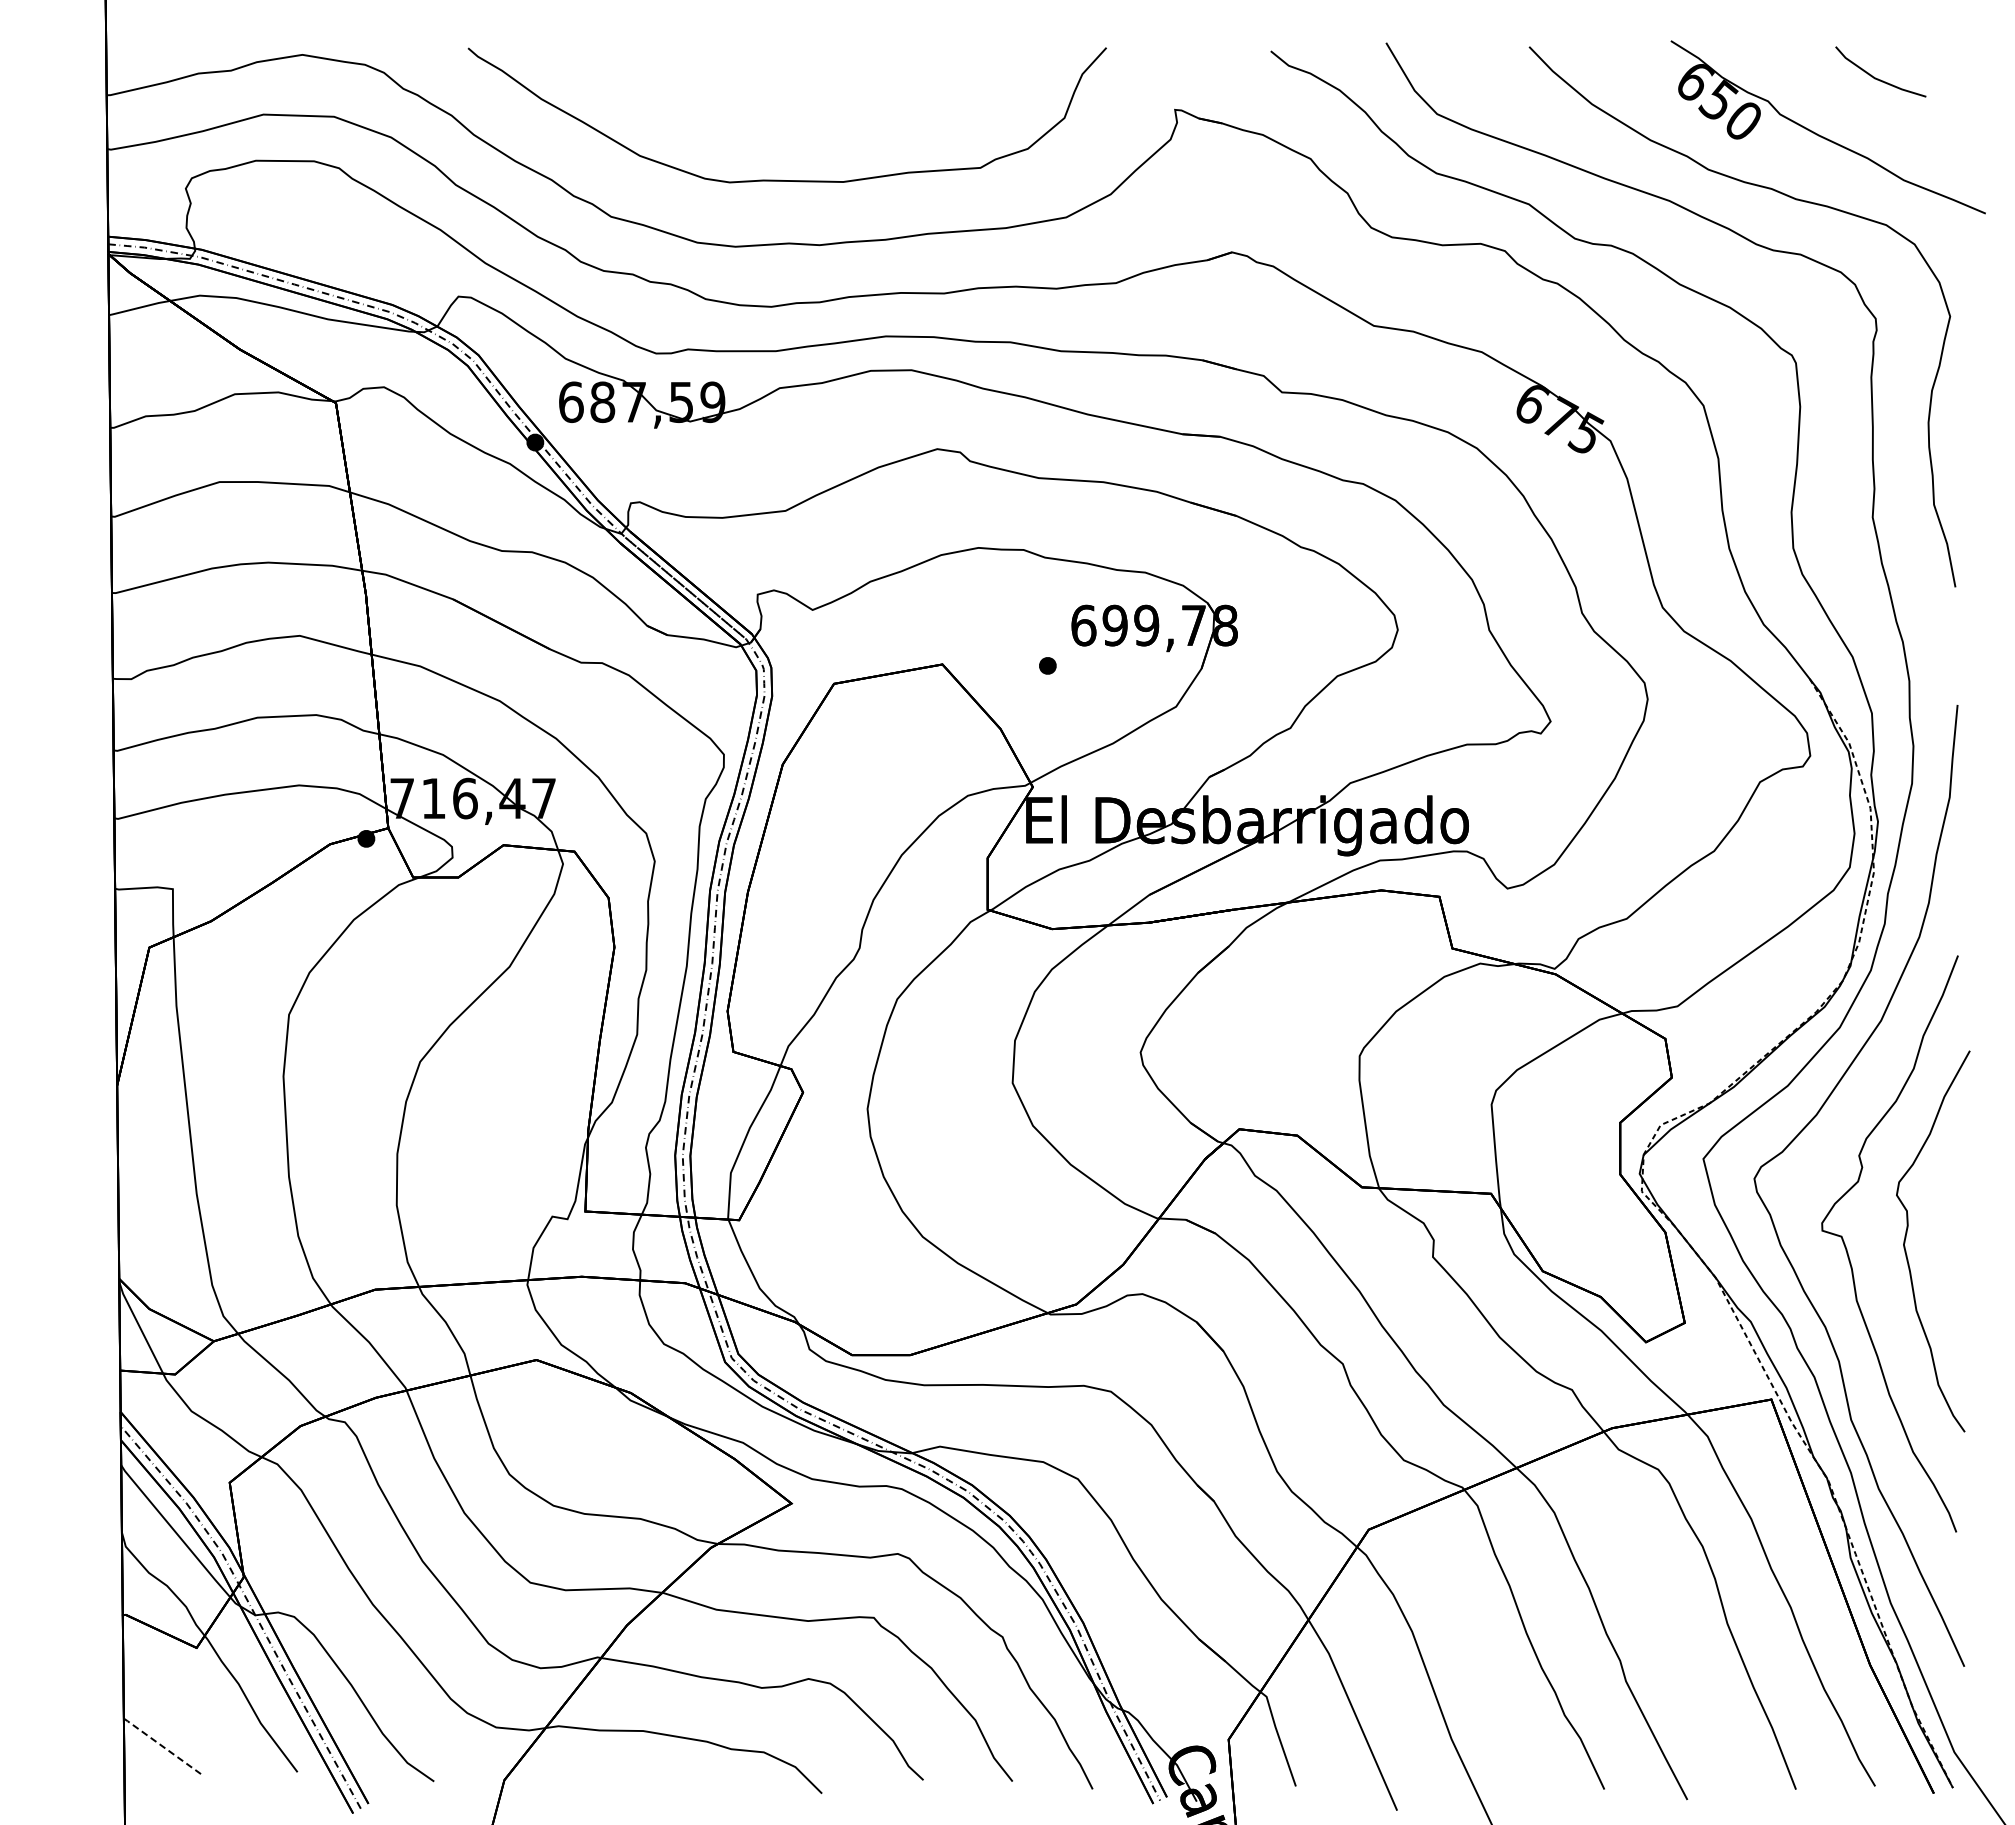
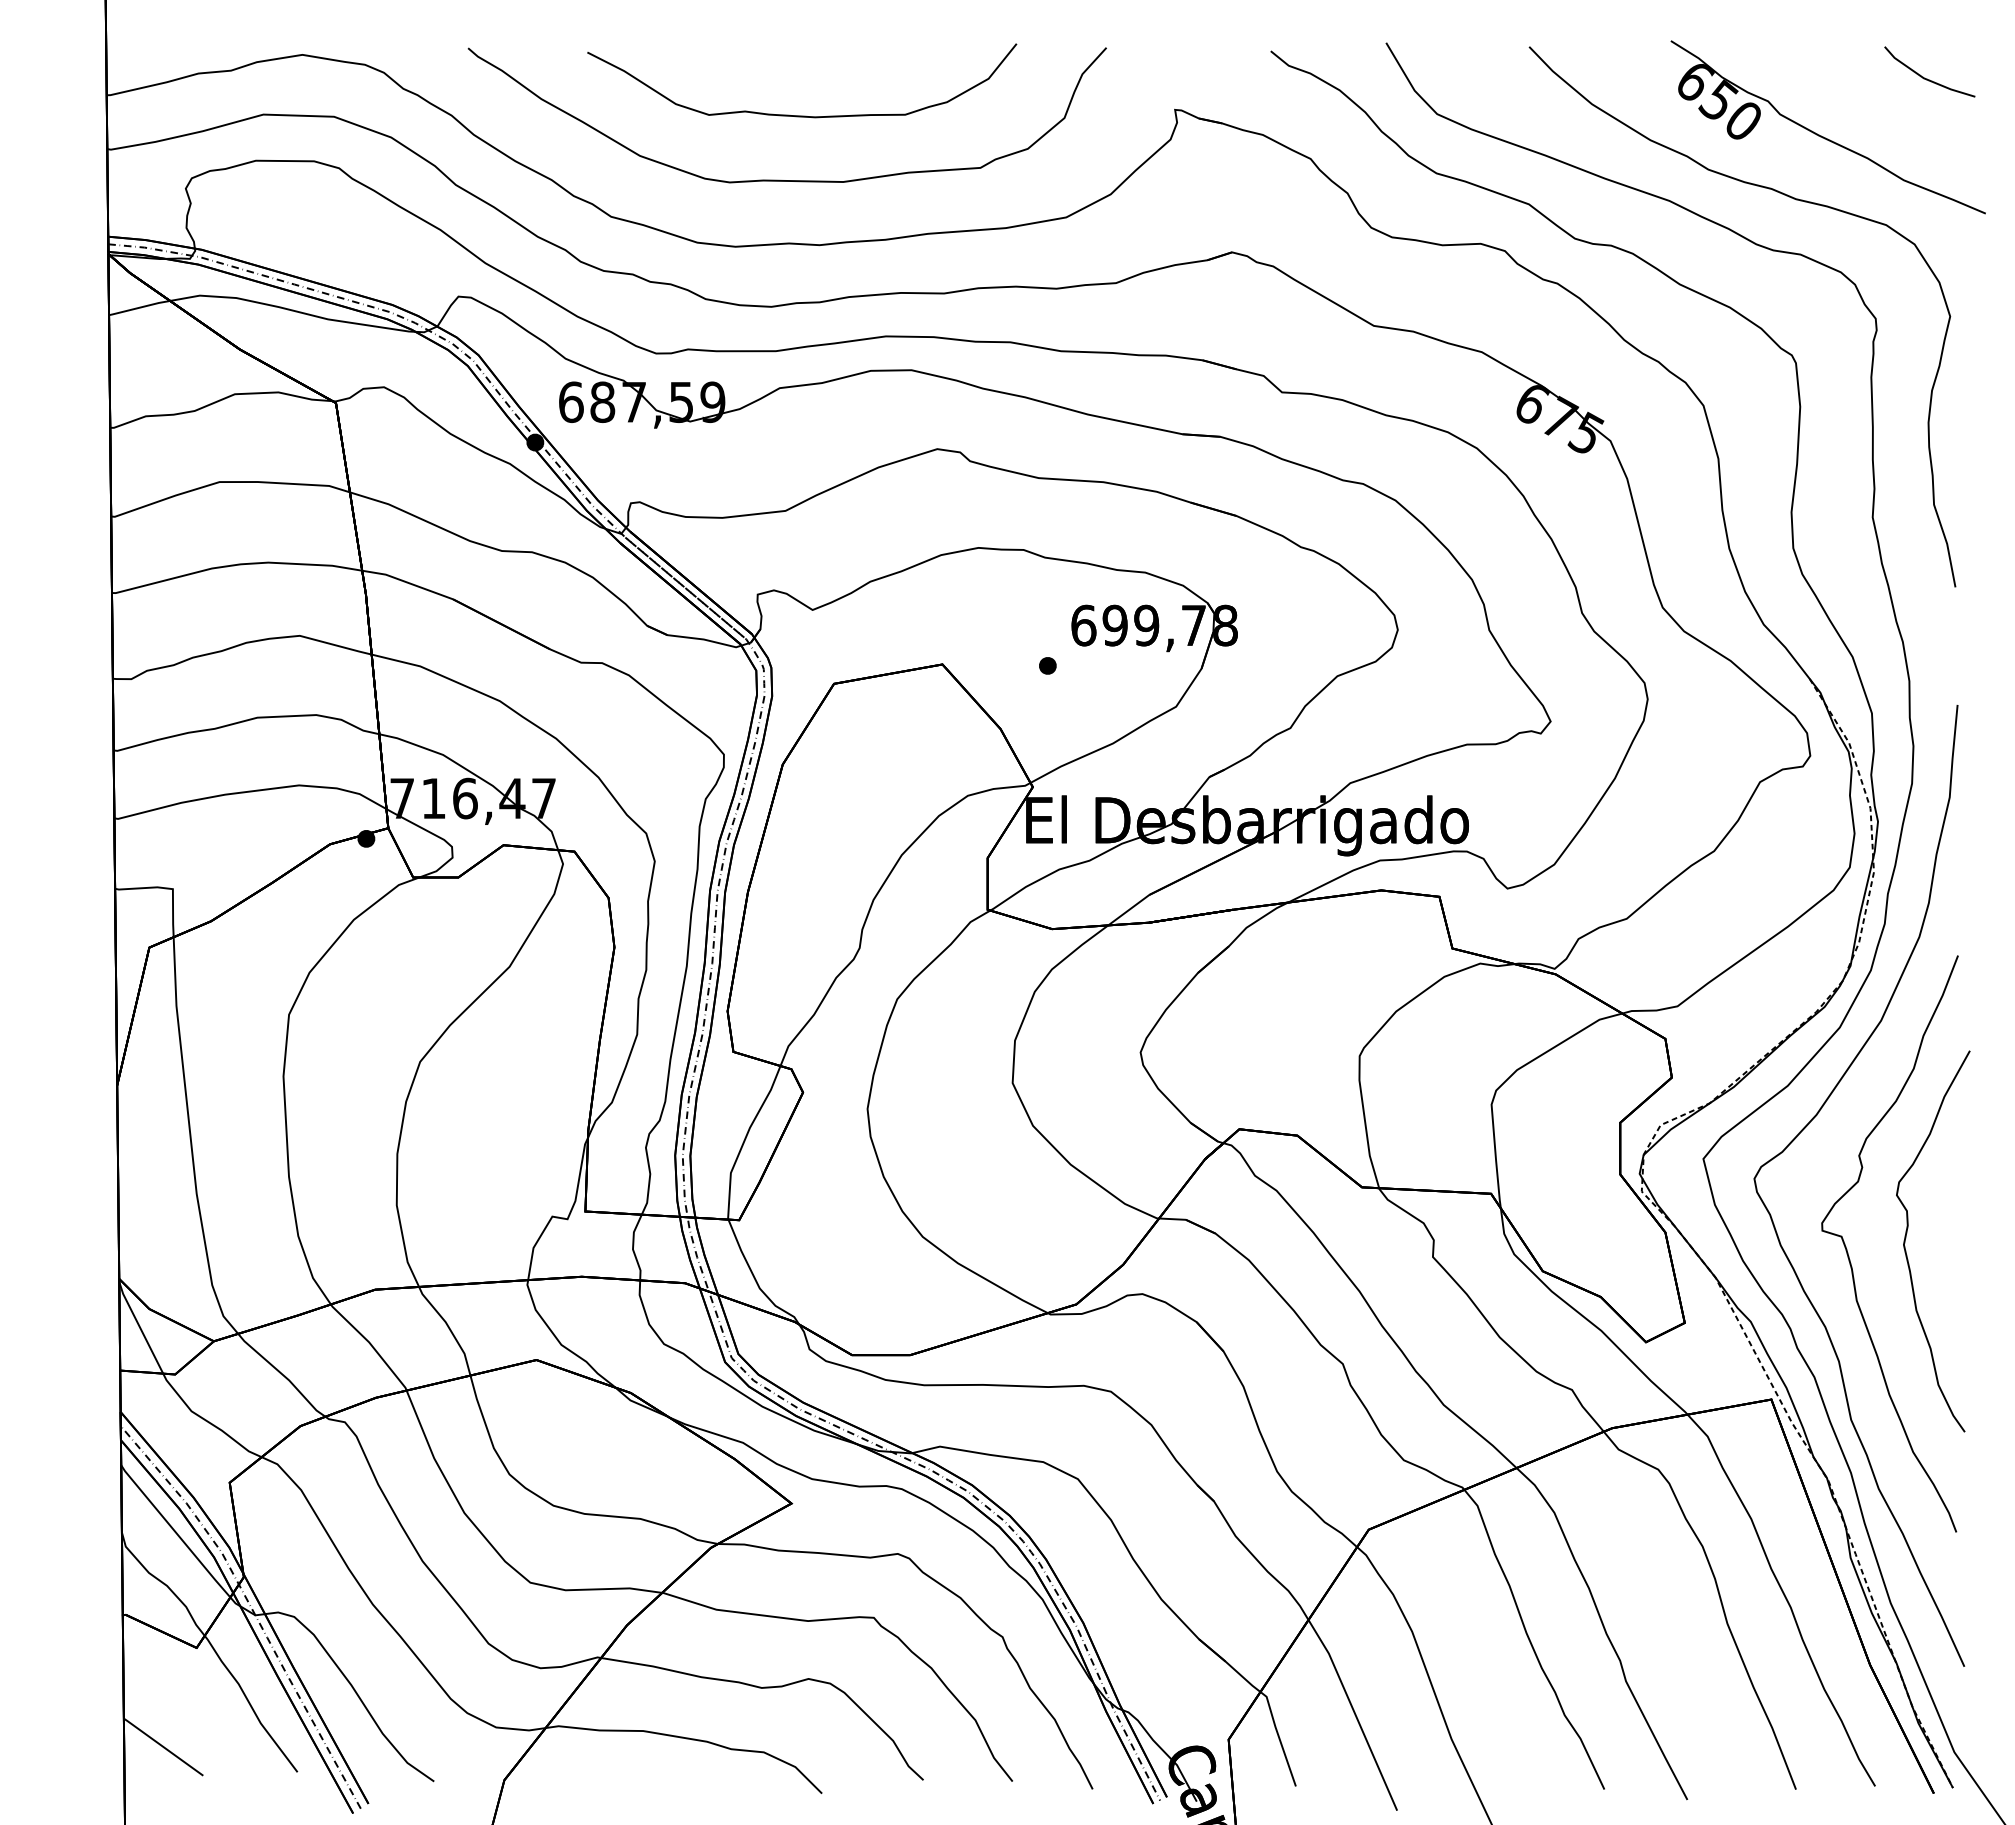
line at (1878, 78) position: (1878, 78) -> (1927, 78)
curve at (802, 115): none -> present
line at (163, 1746): dashed -> solid
